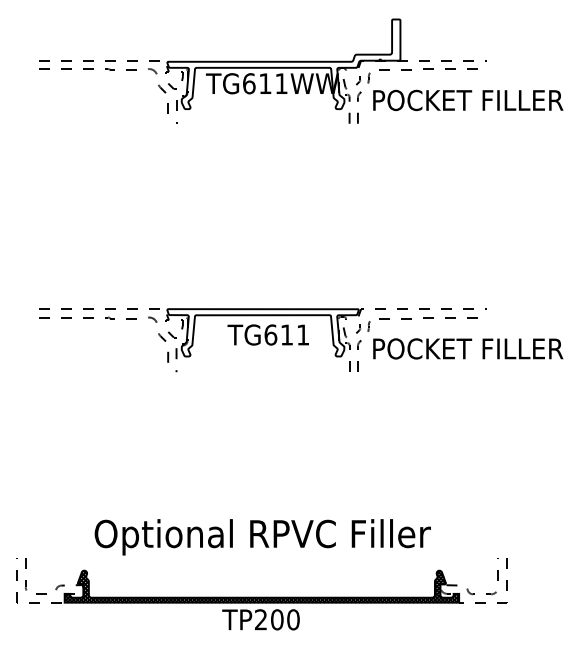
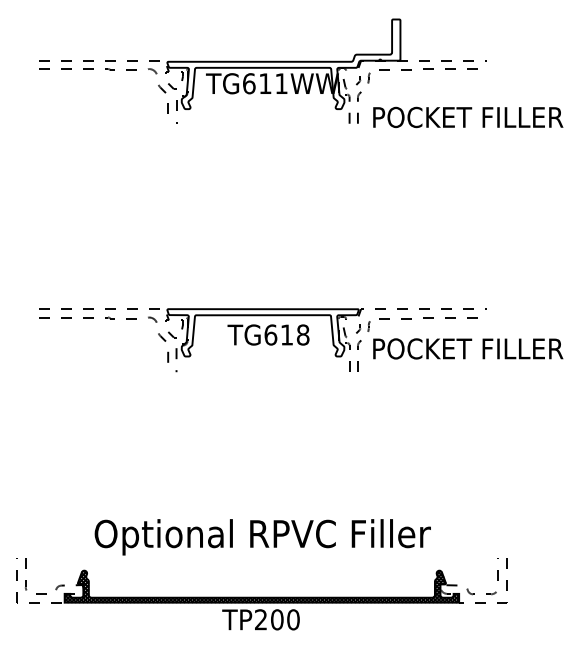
text at (468, 100) position: (468, 100) -> (468, 117)
text at (302, 334): TG611 -> TG618
